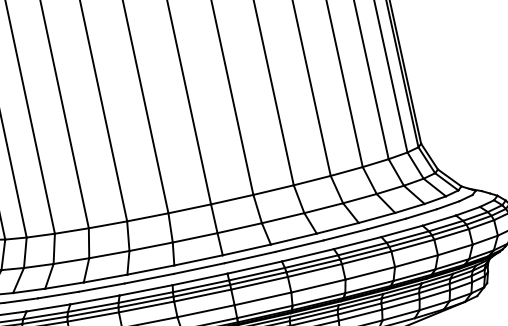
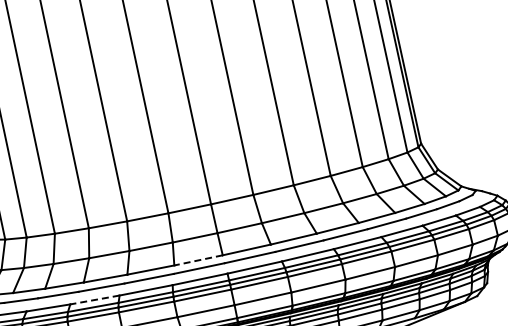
line at (198, 260): solid -> dashed
line at (94, 300): solid -> dashed
